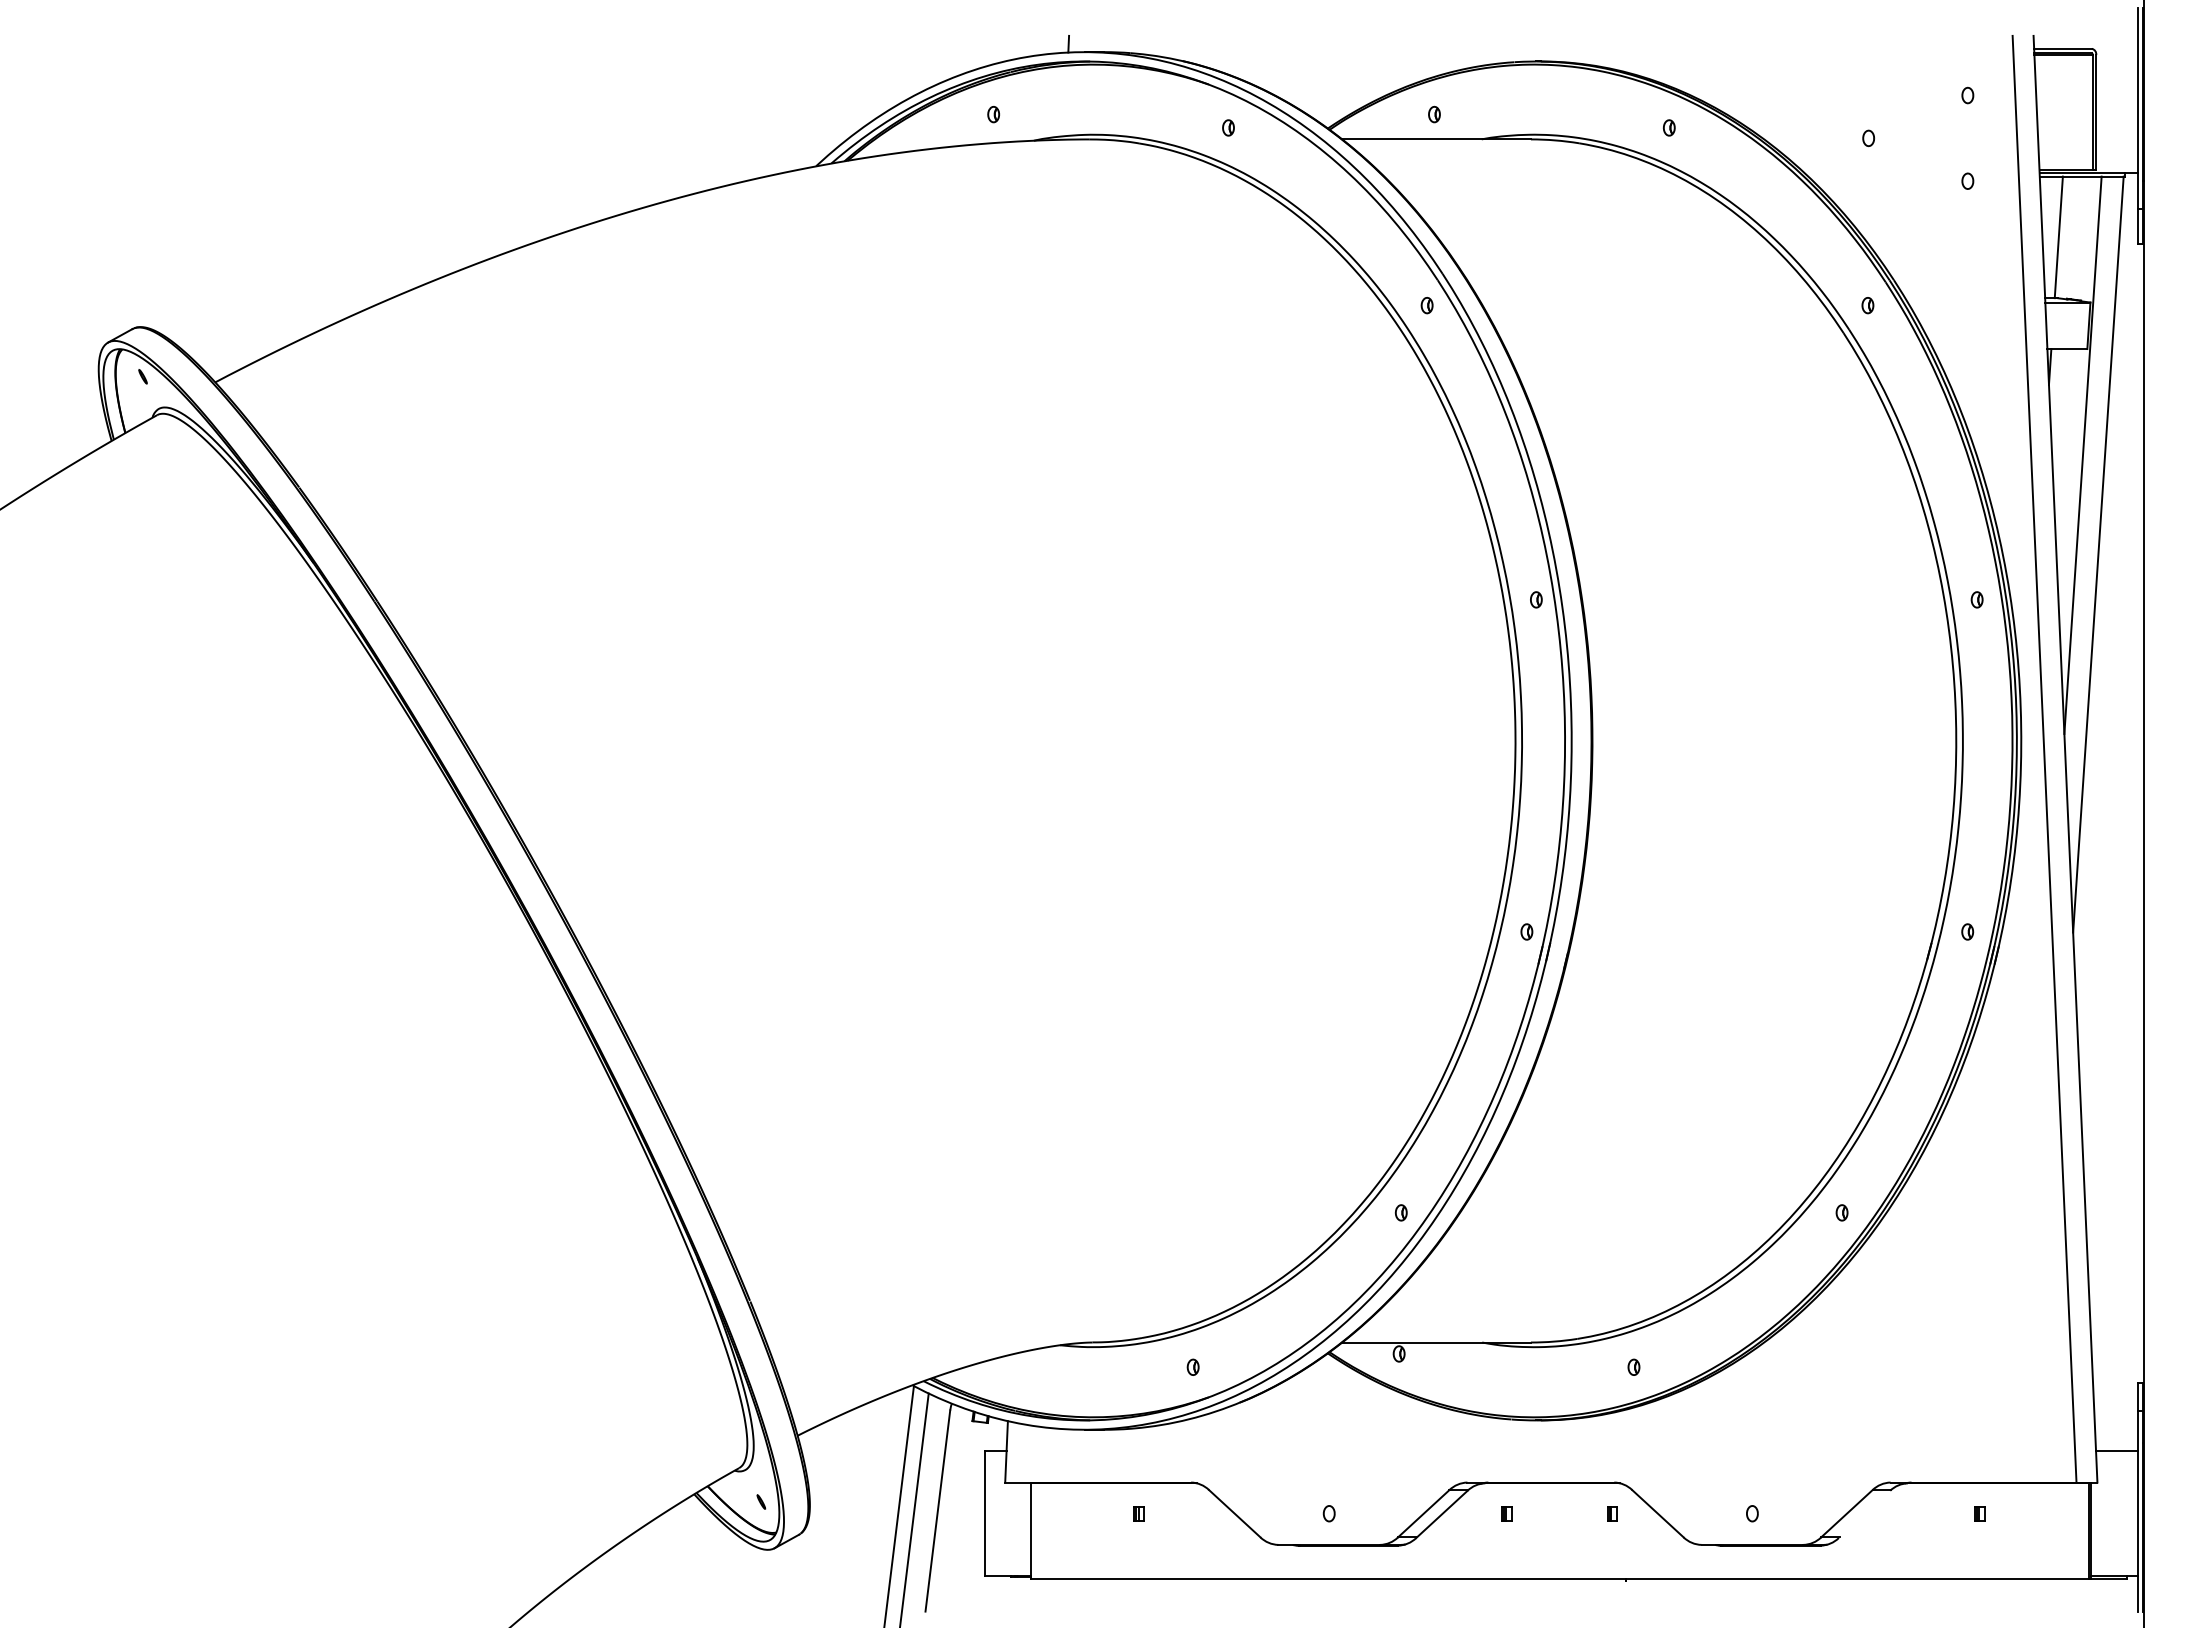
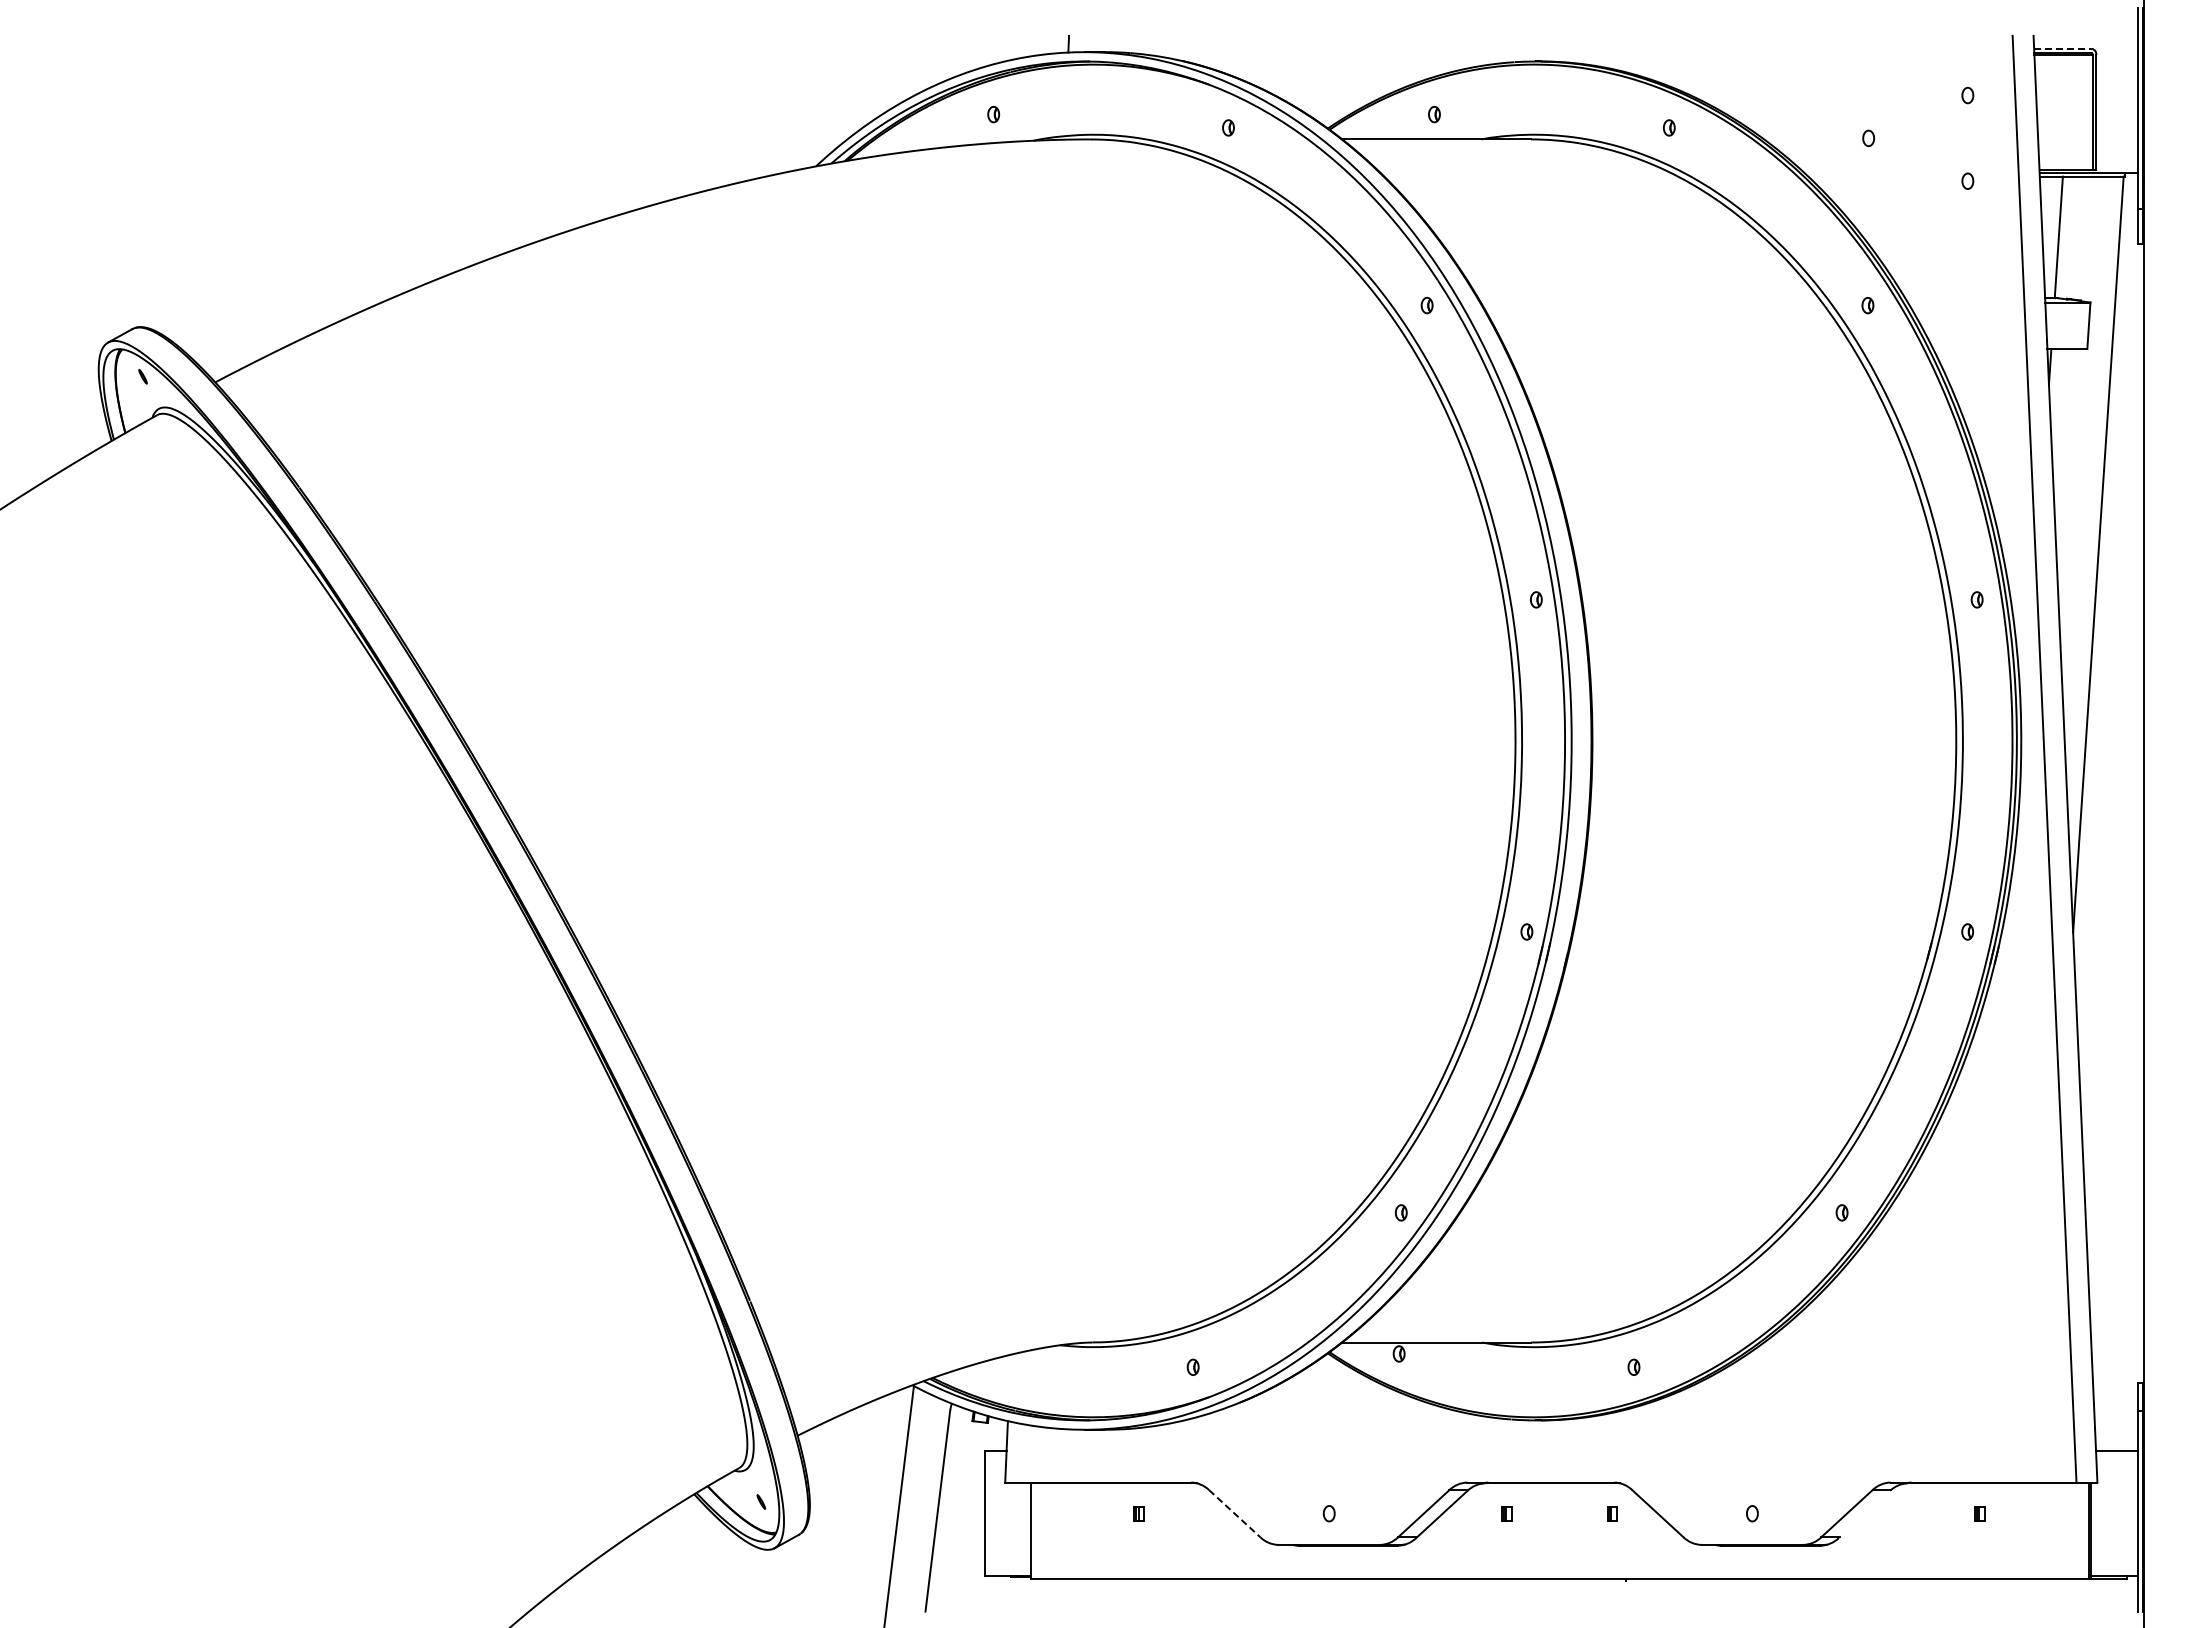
line at (2062, 48): solid -> dashed
line at (2082, 454): present -> none
line at (914, 1508): present -> none
line at (1234, 1513): solid -> dashed
